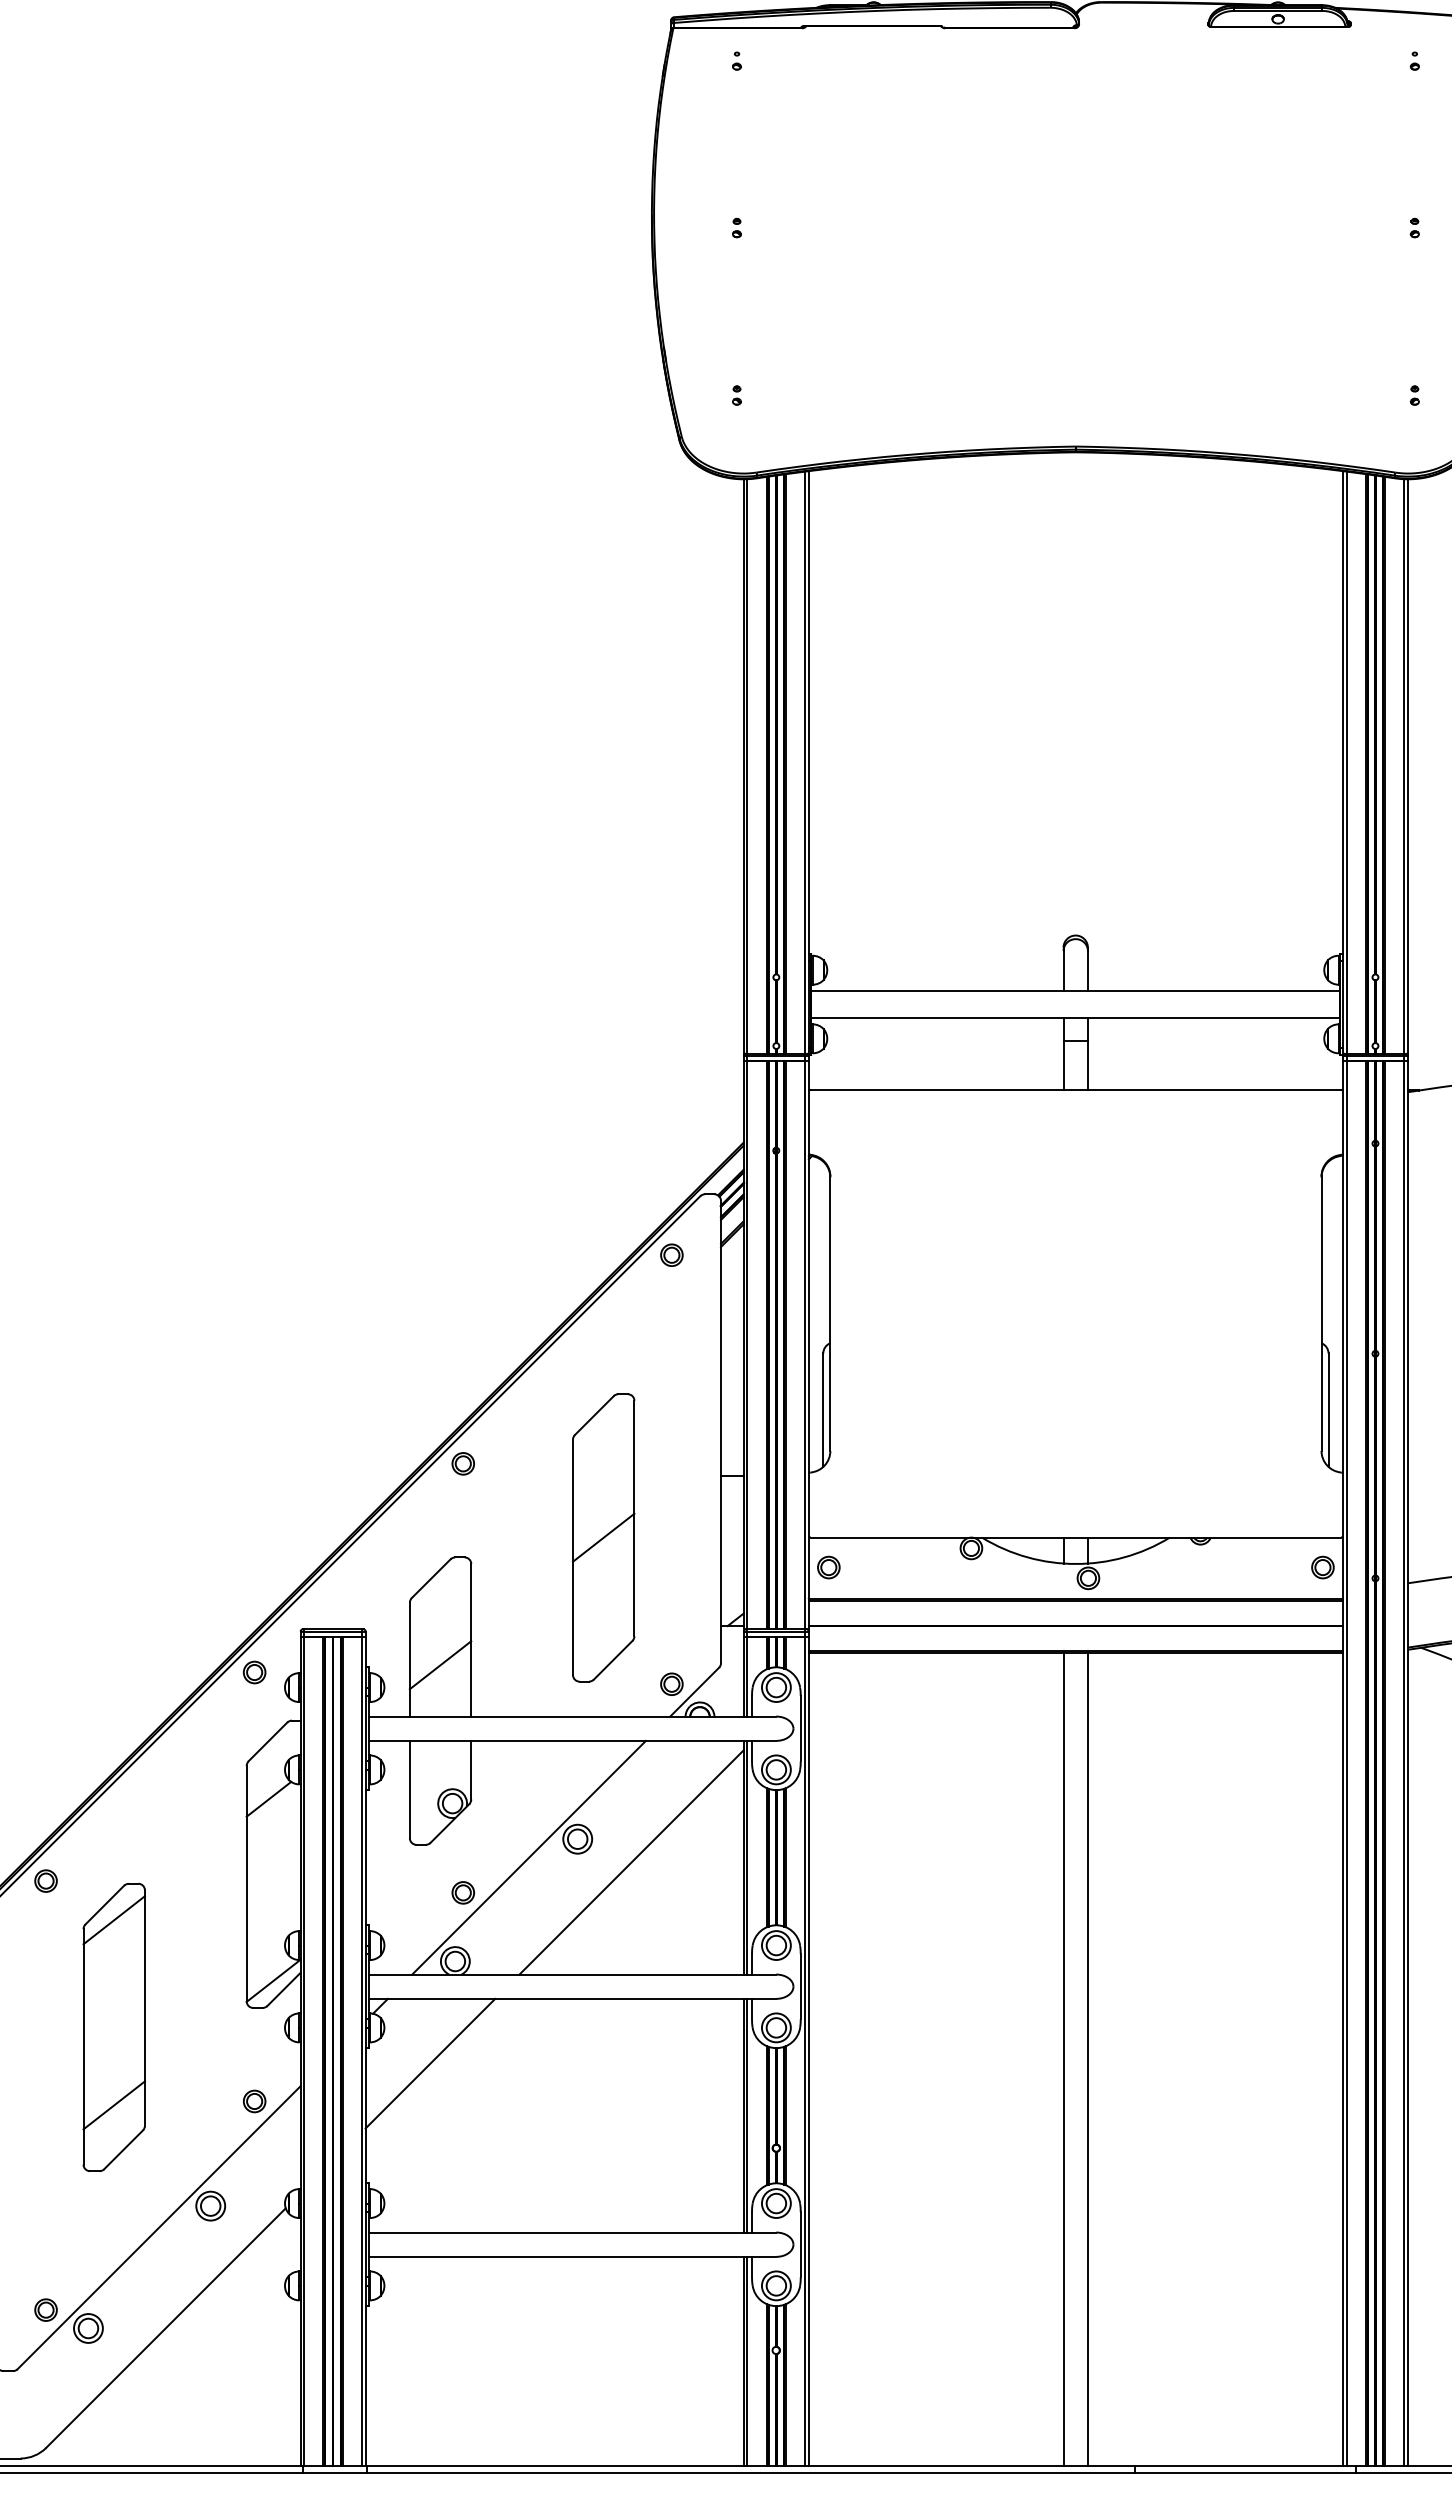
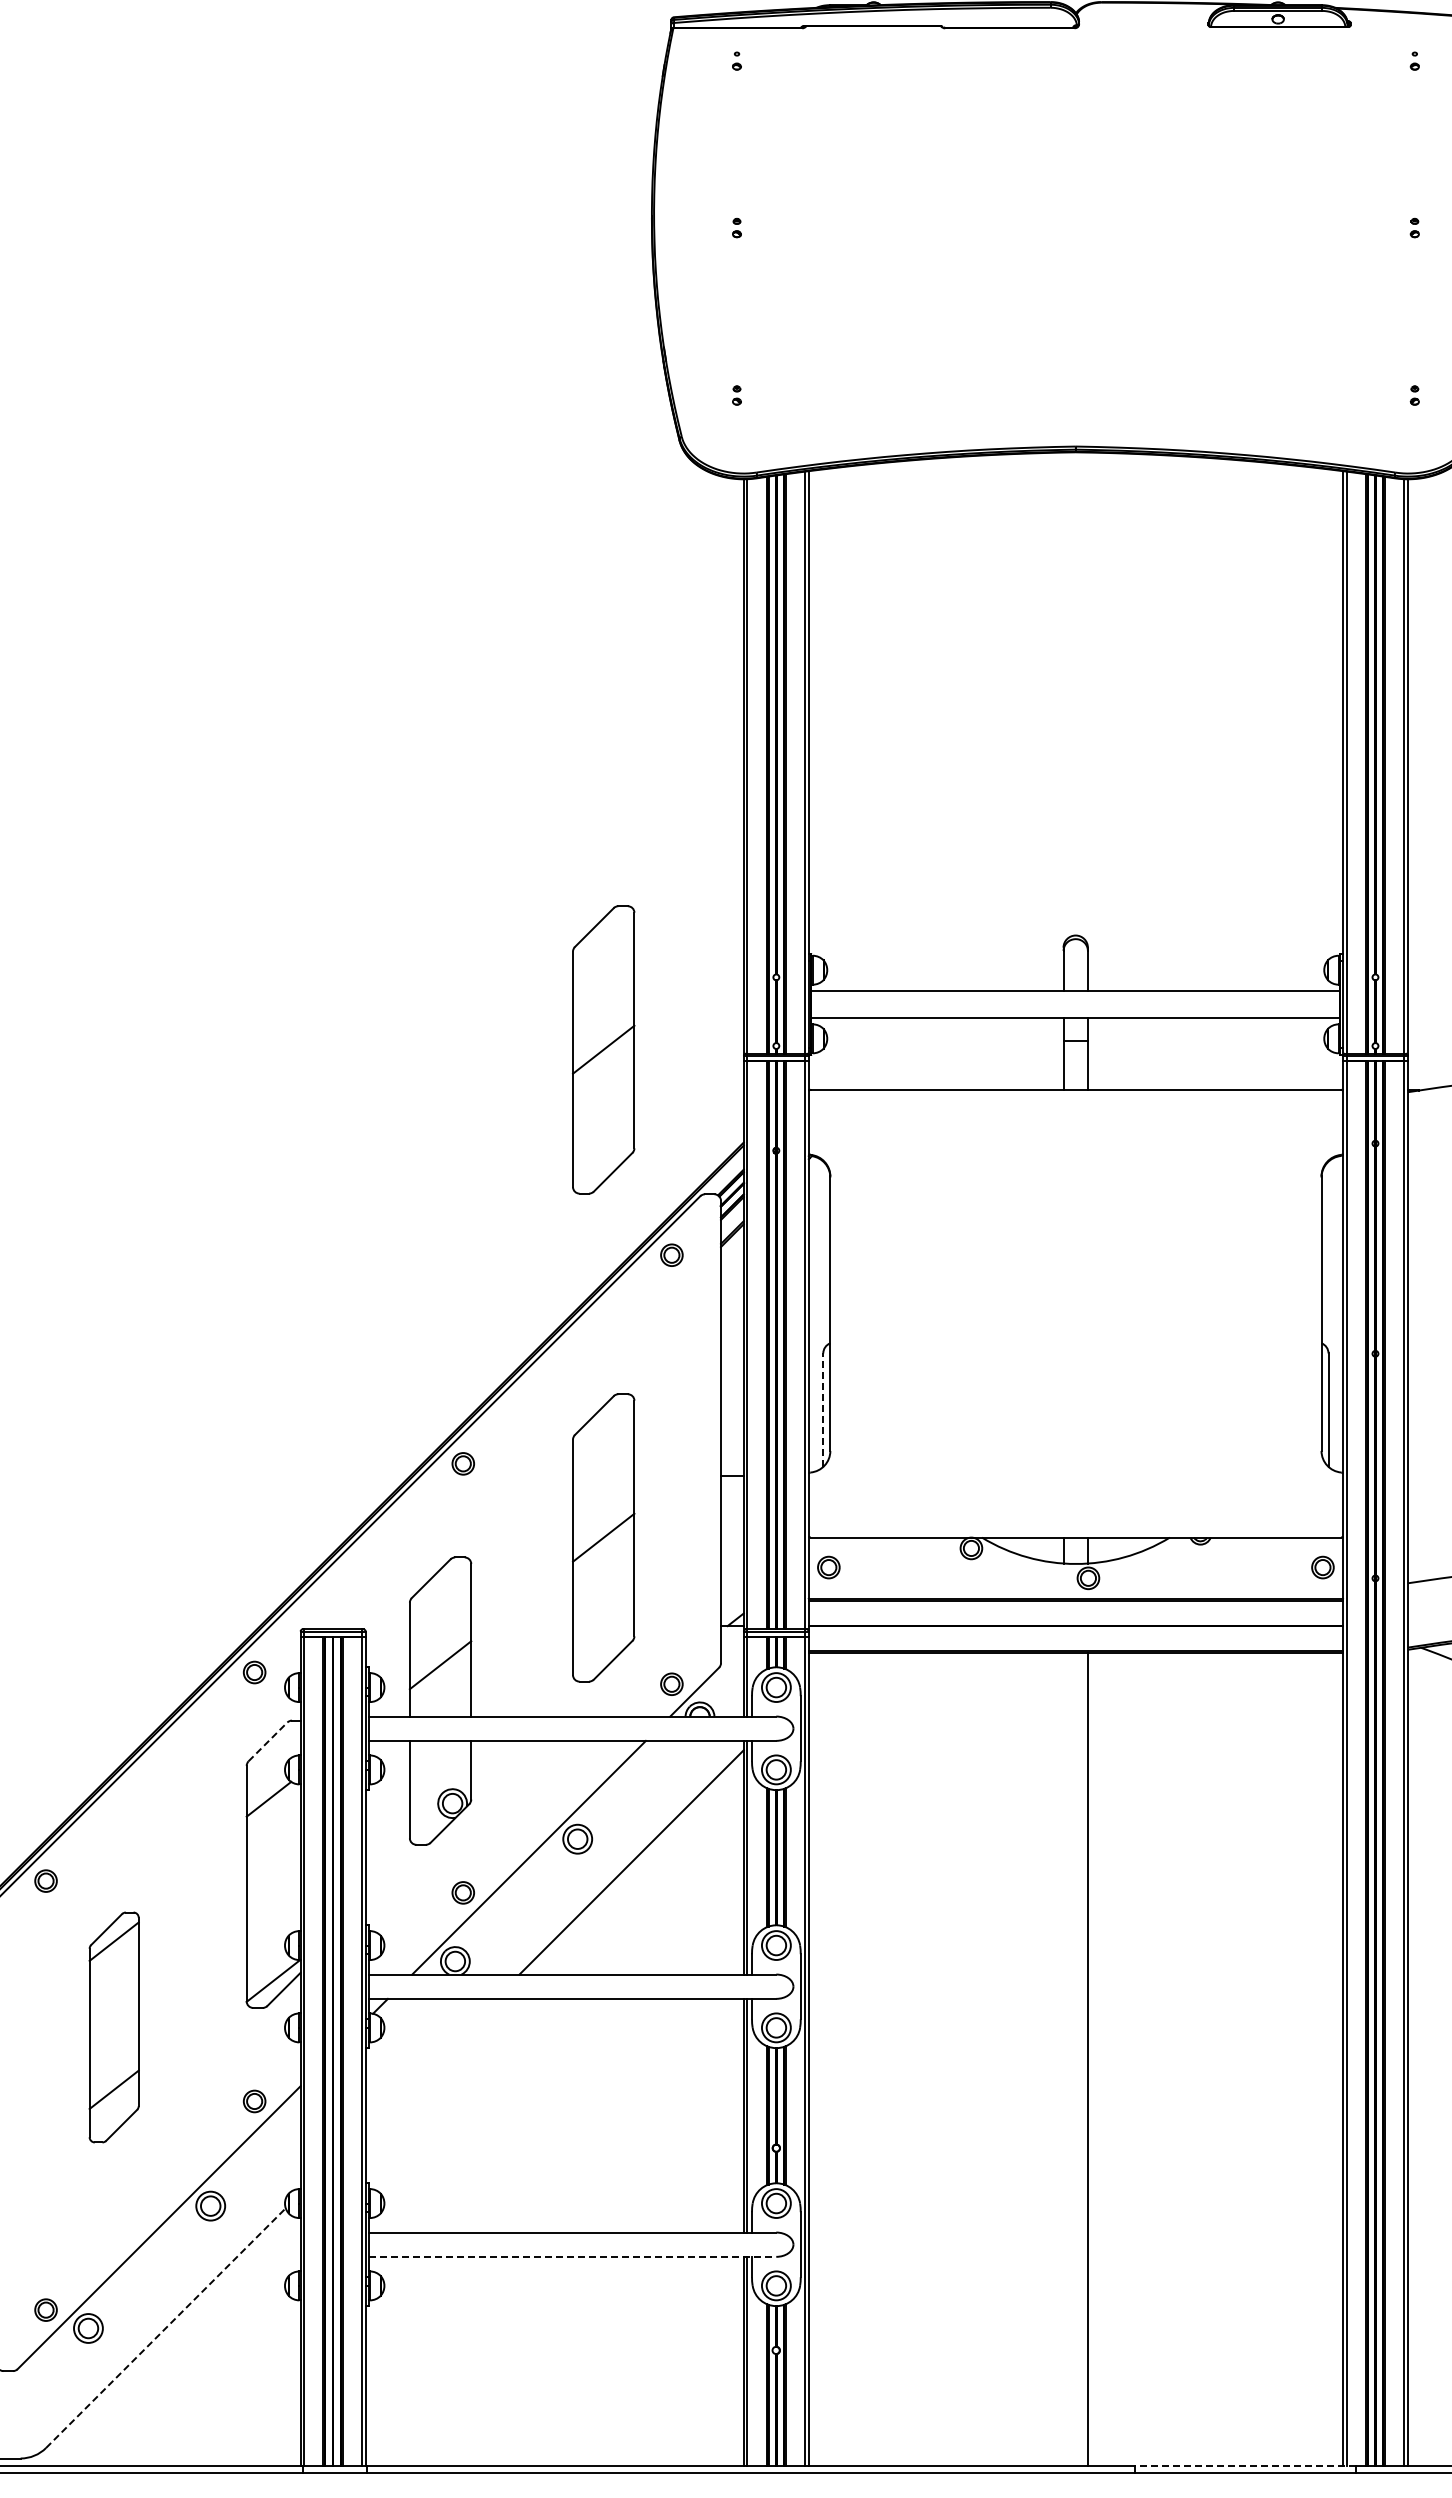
part at (603, 1049): none -> present
line at (823, 1410): solid -> dashed
line at (268, 1741): solid -> dashed
part at (113, 2027) size: 64x289 px -> 52x233 px
line at (1063, 2059): present -> none
line at (430, 2063): present -> none
line at (572, 2256): solid -> dashed
line at (166, 2327): solid -> dashed
line at (1245, 2465): solid -> dashed
